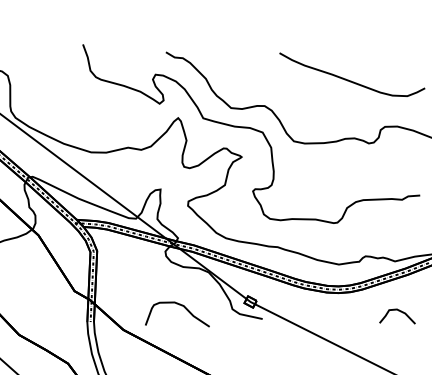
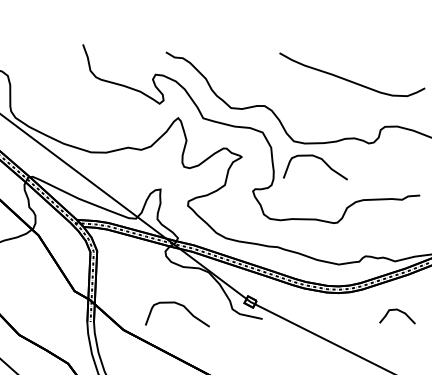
curve at (319, 159): none -> present
